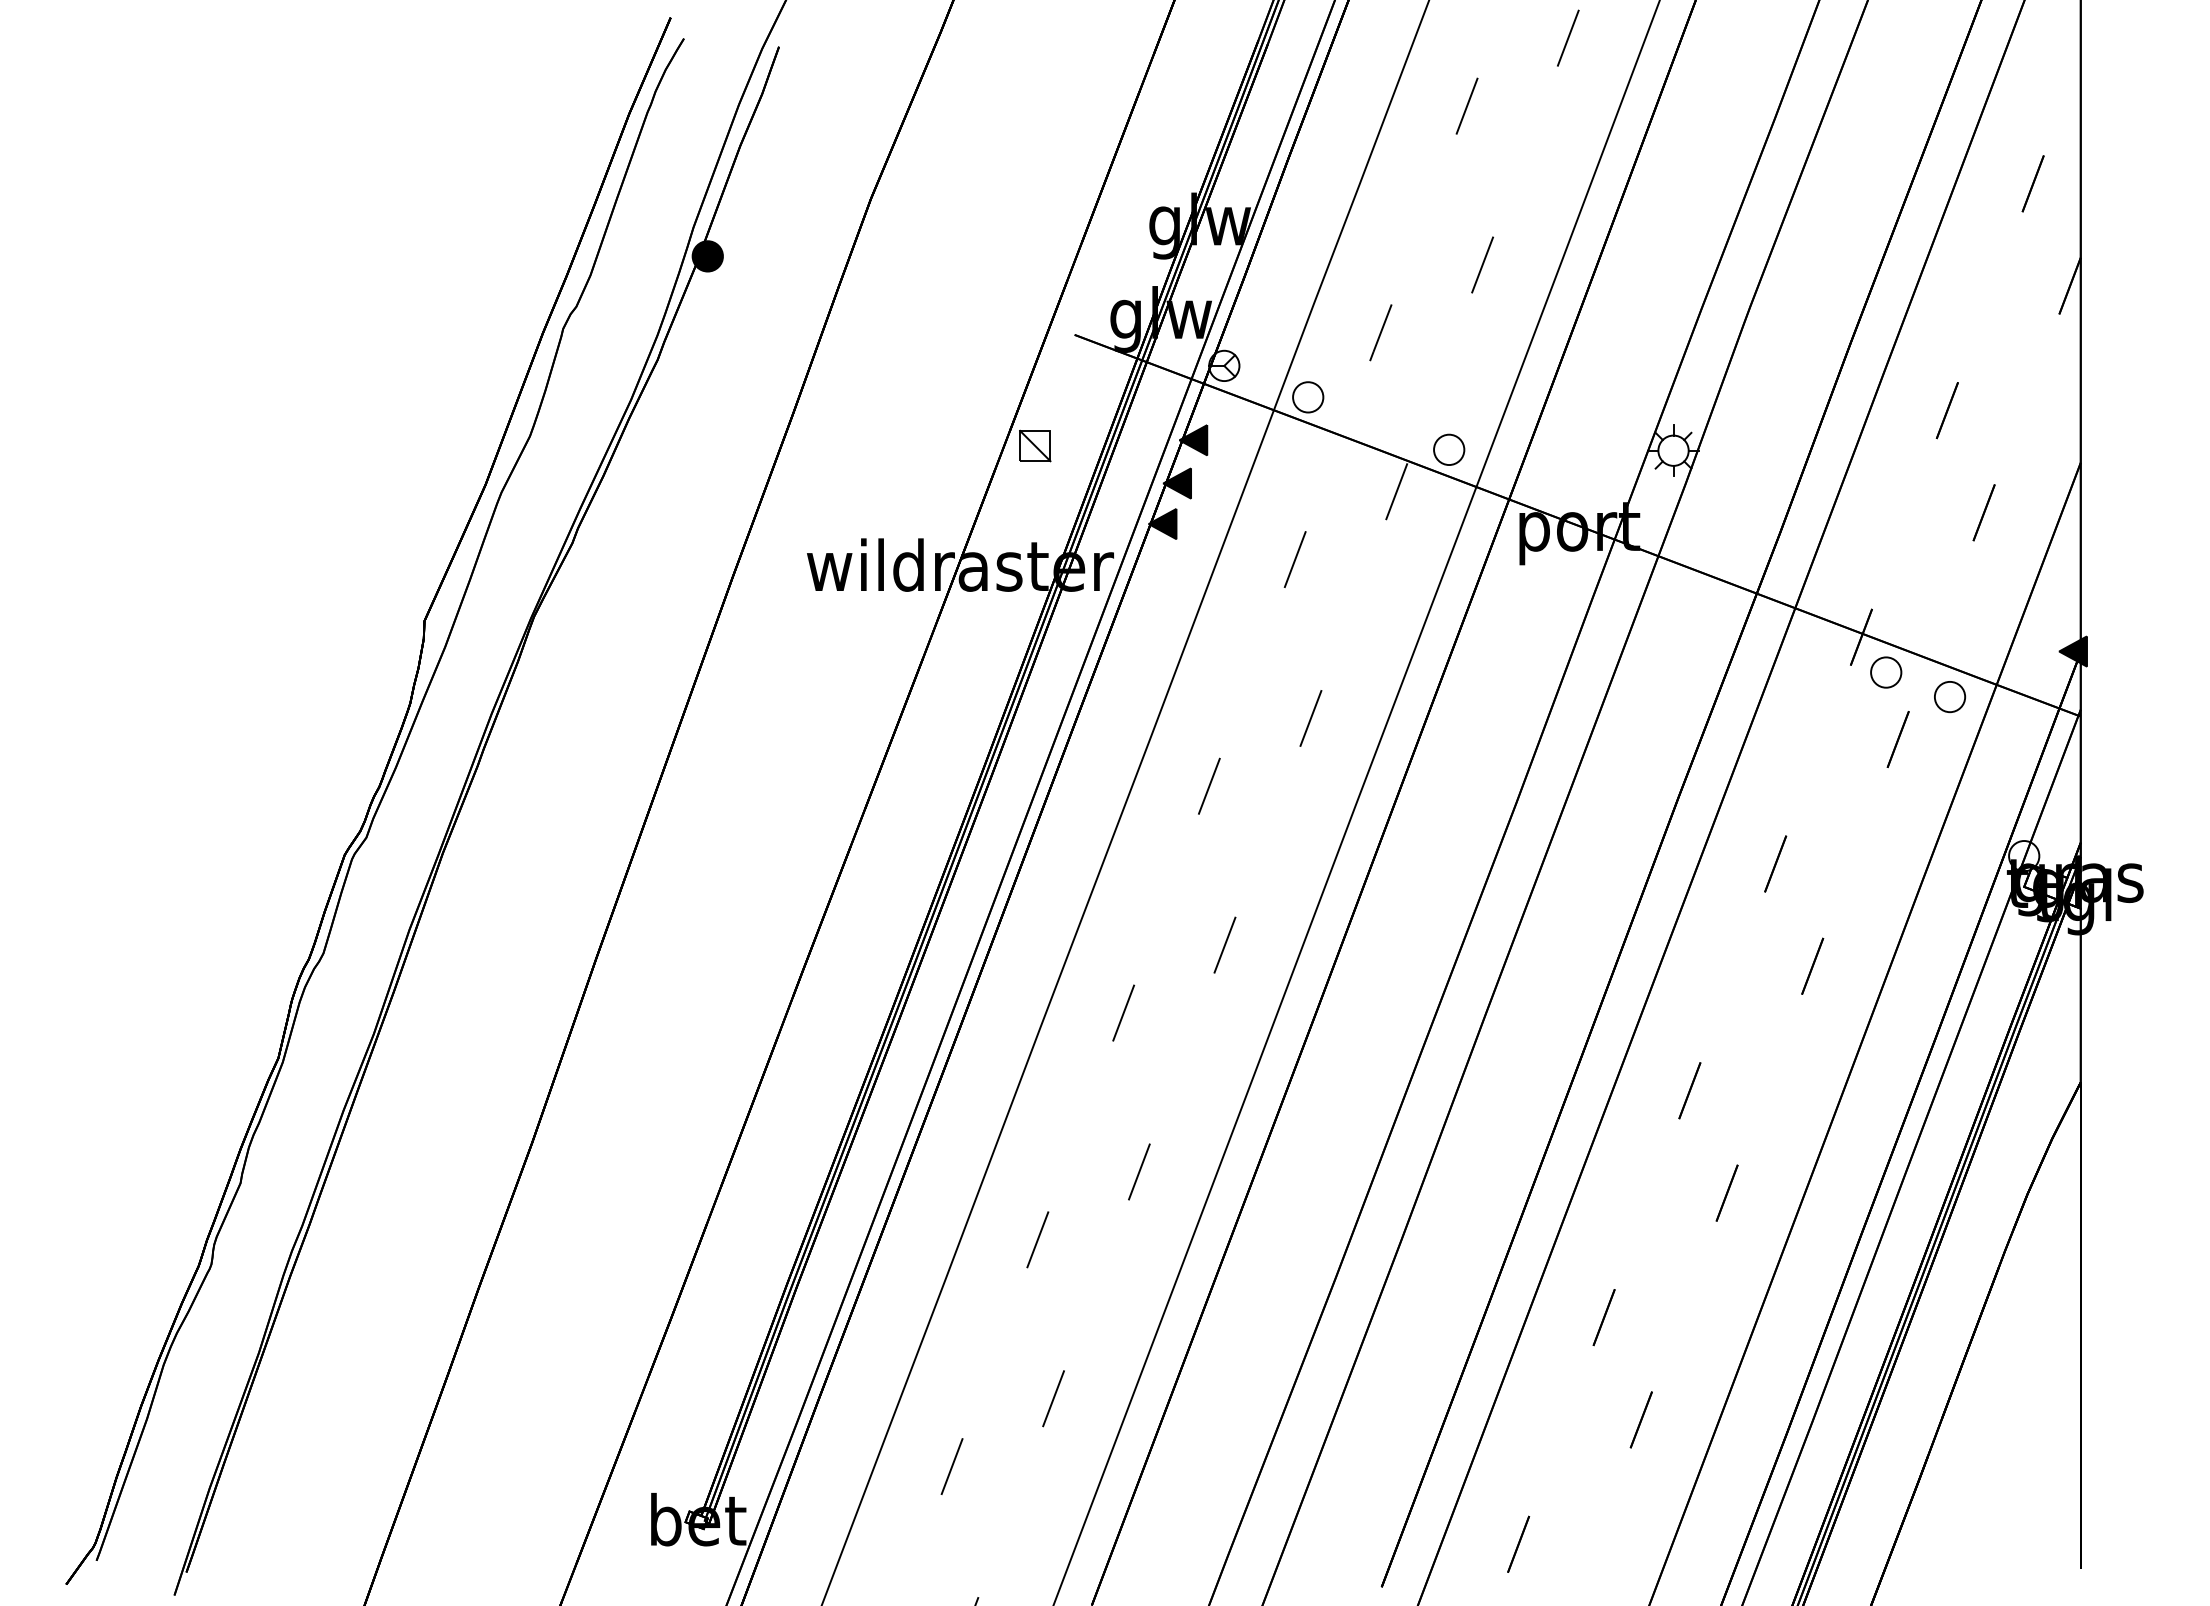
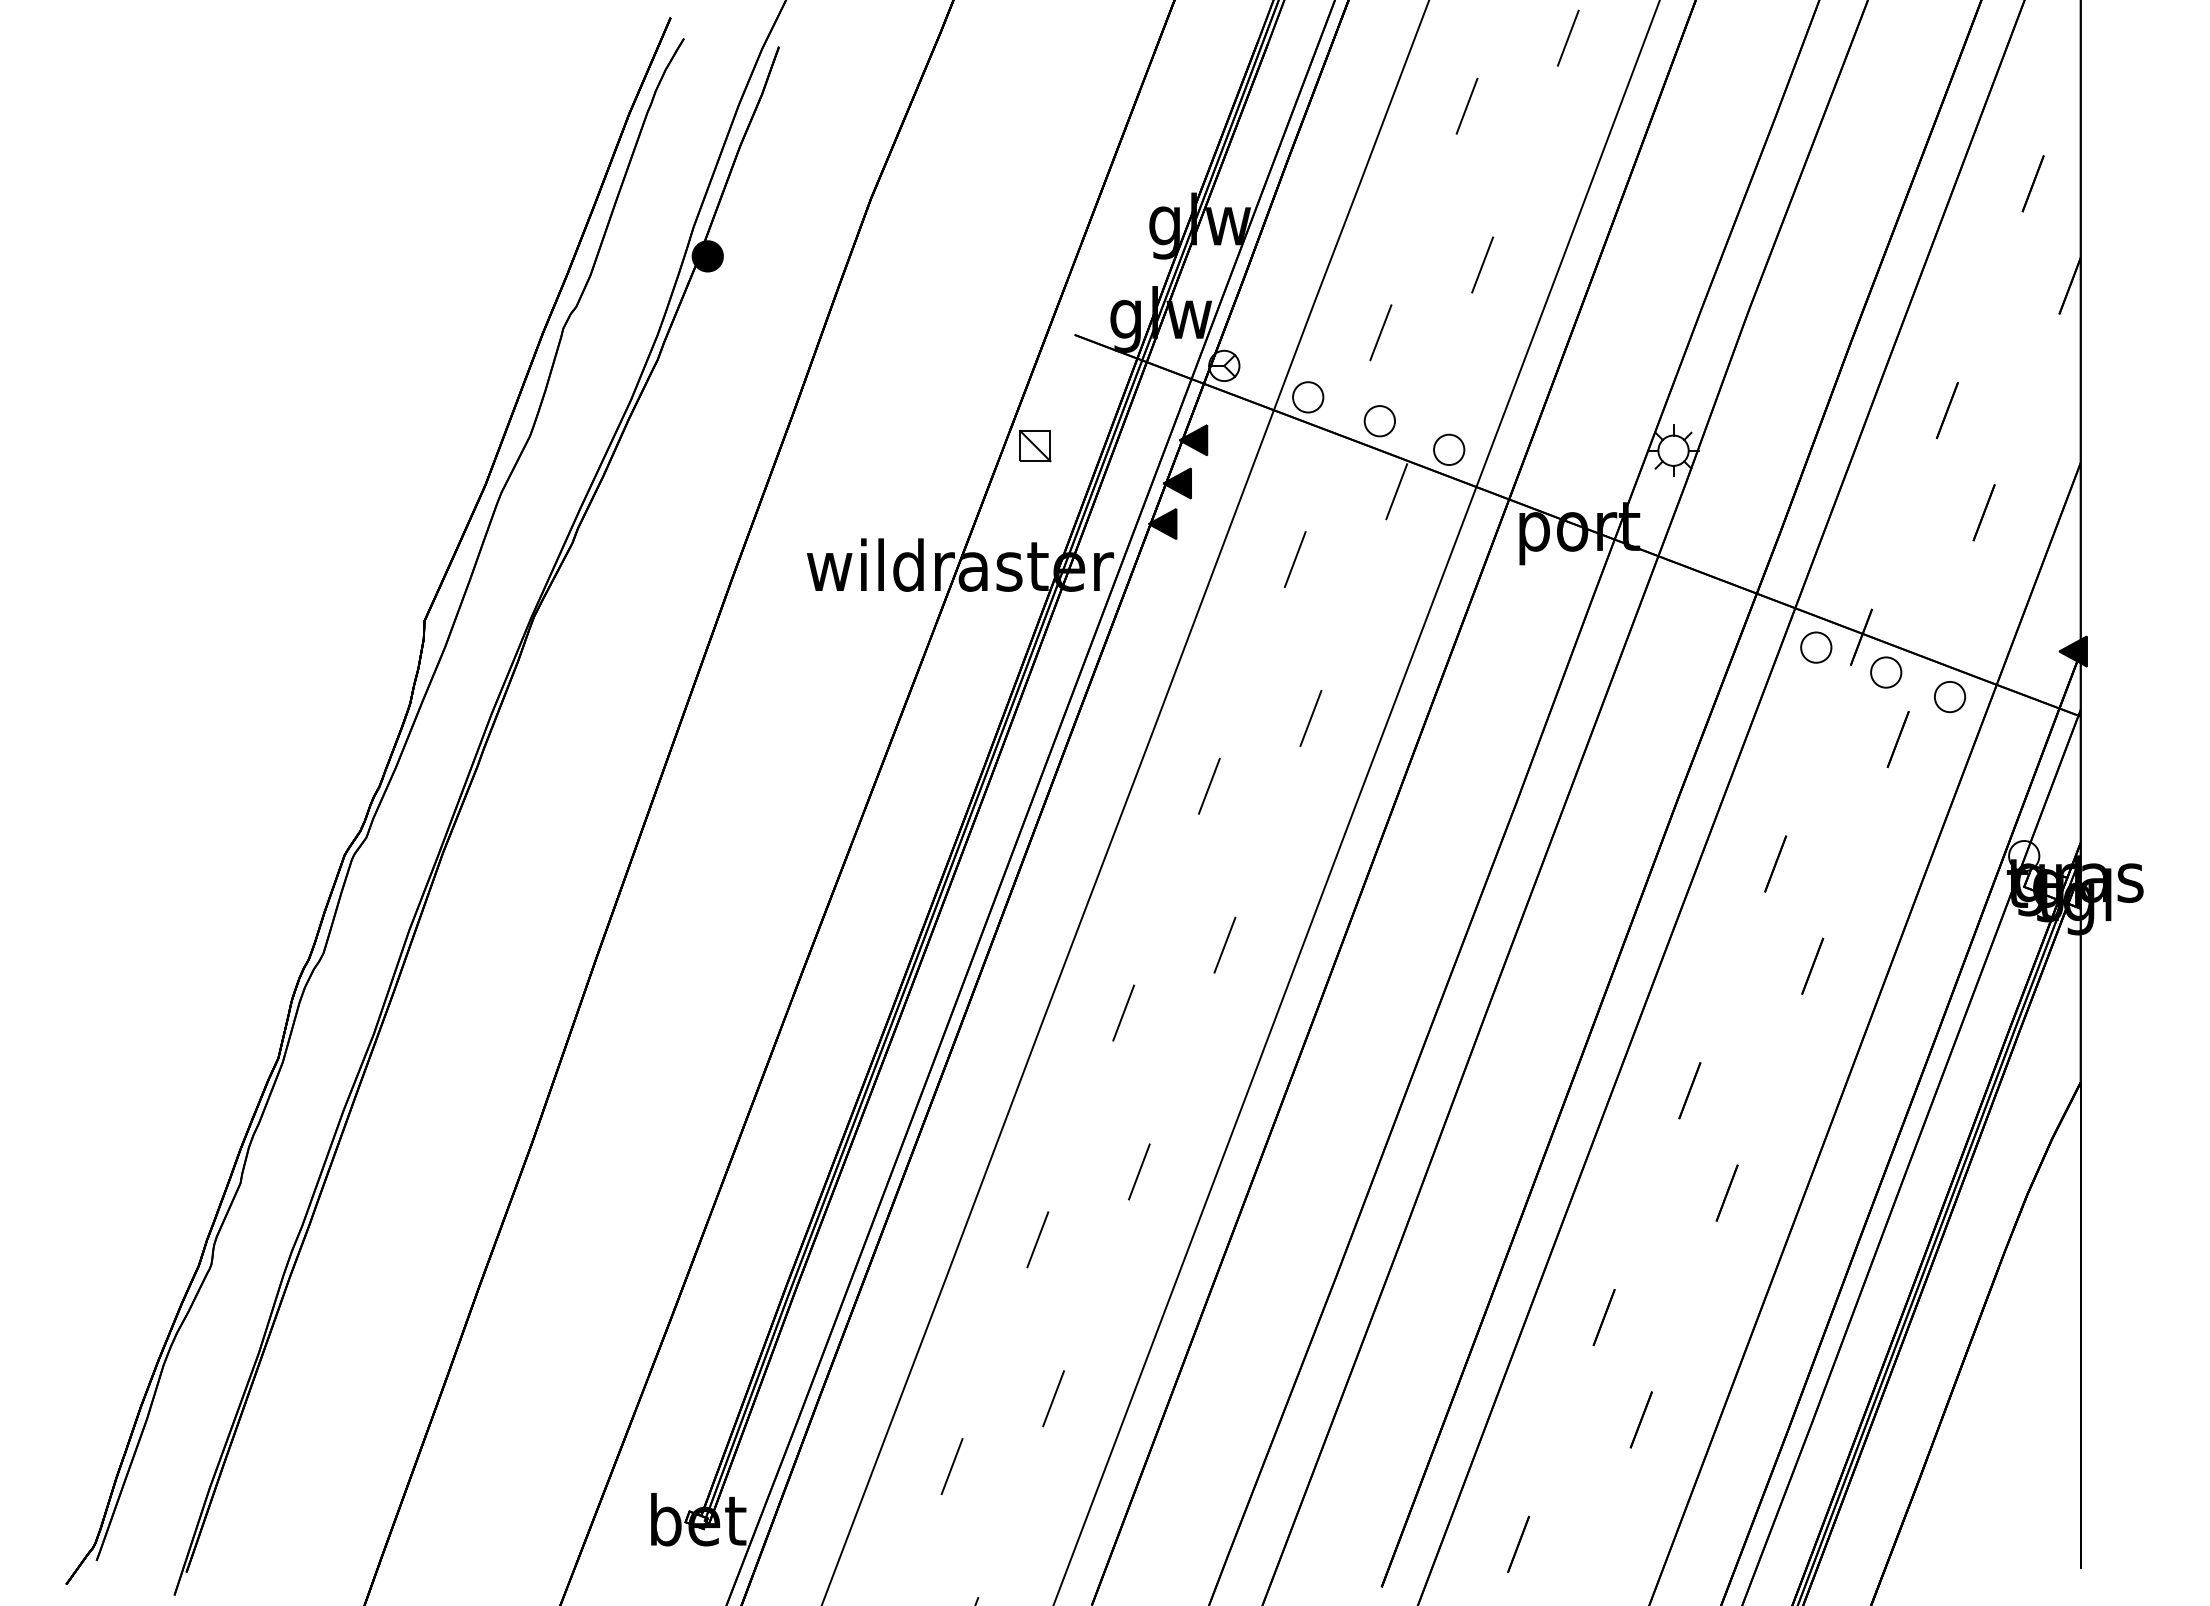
part at (1379, 421): none -> present
part at (1816, 647): none -> present
